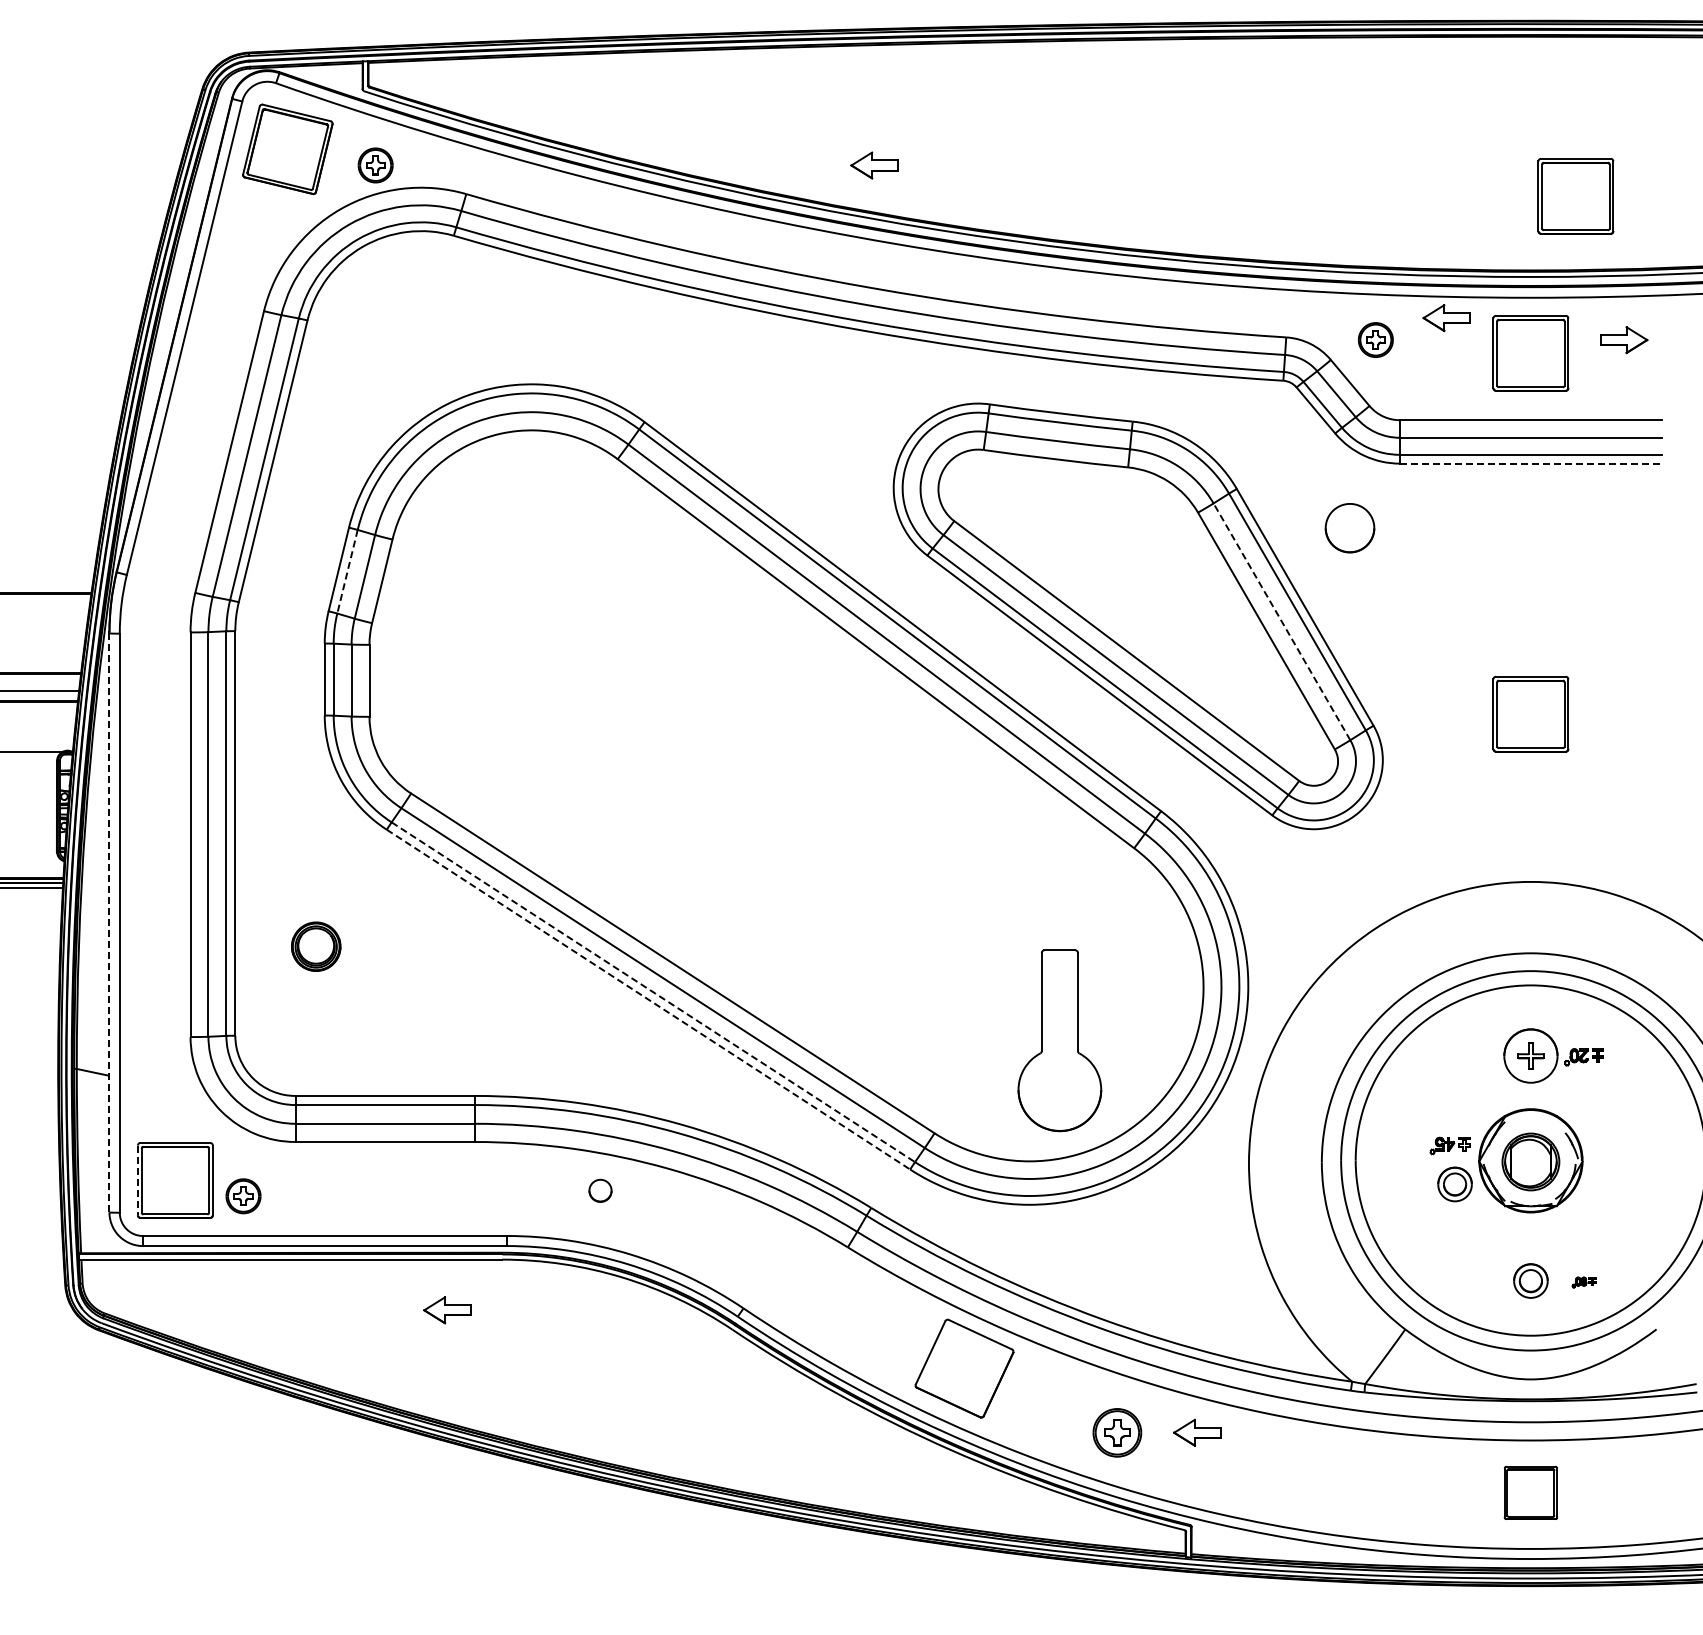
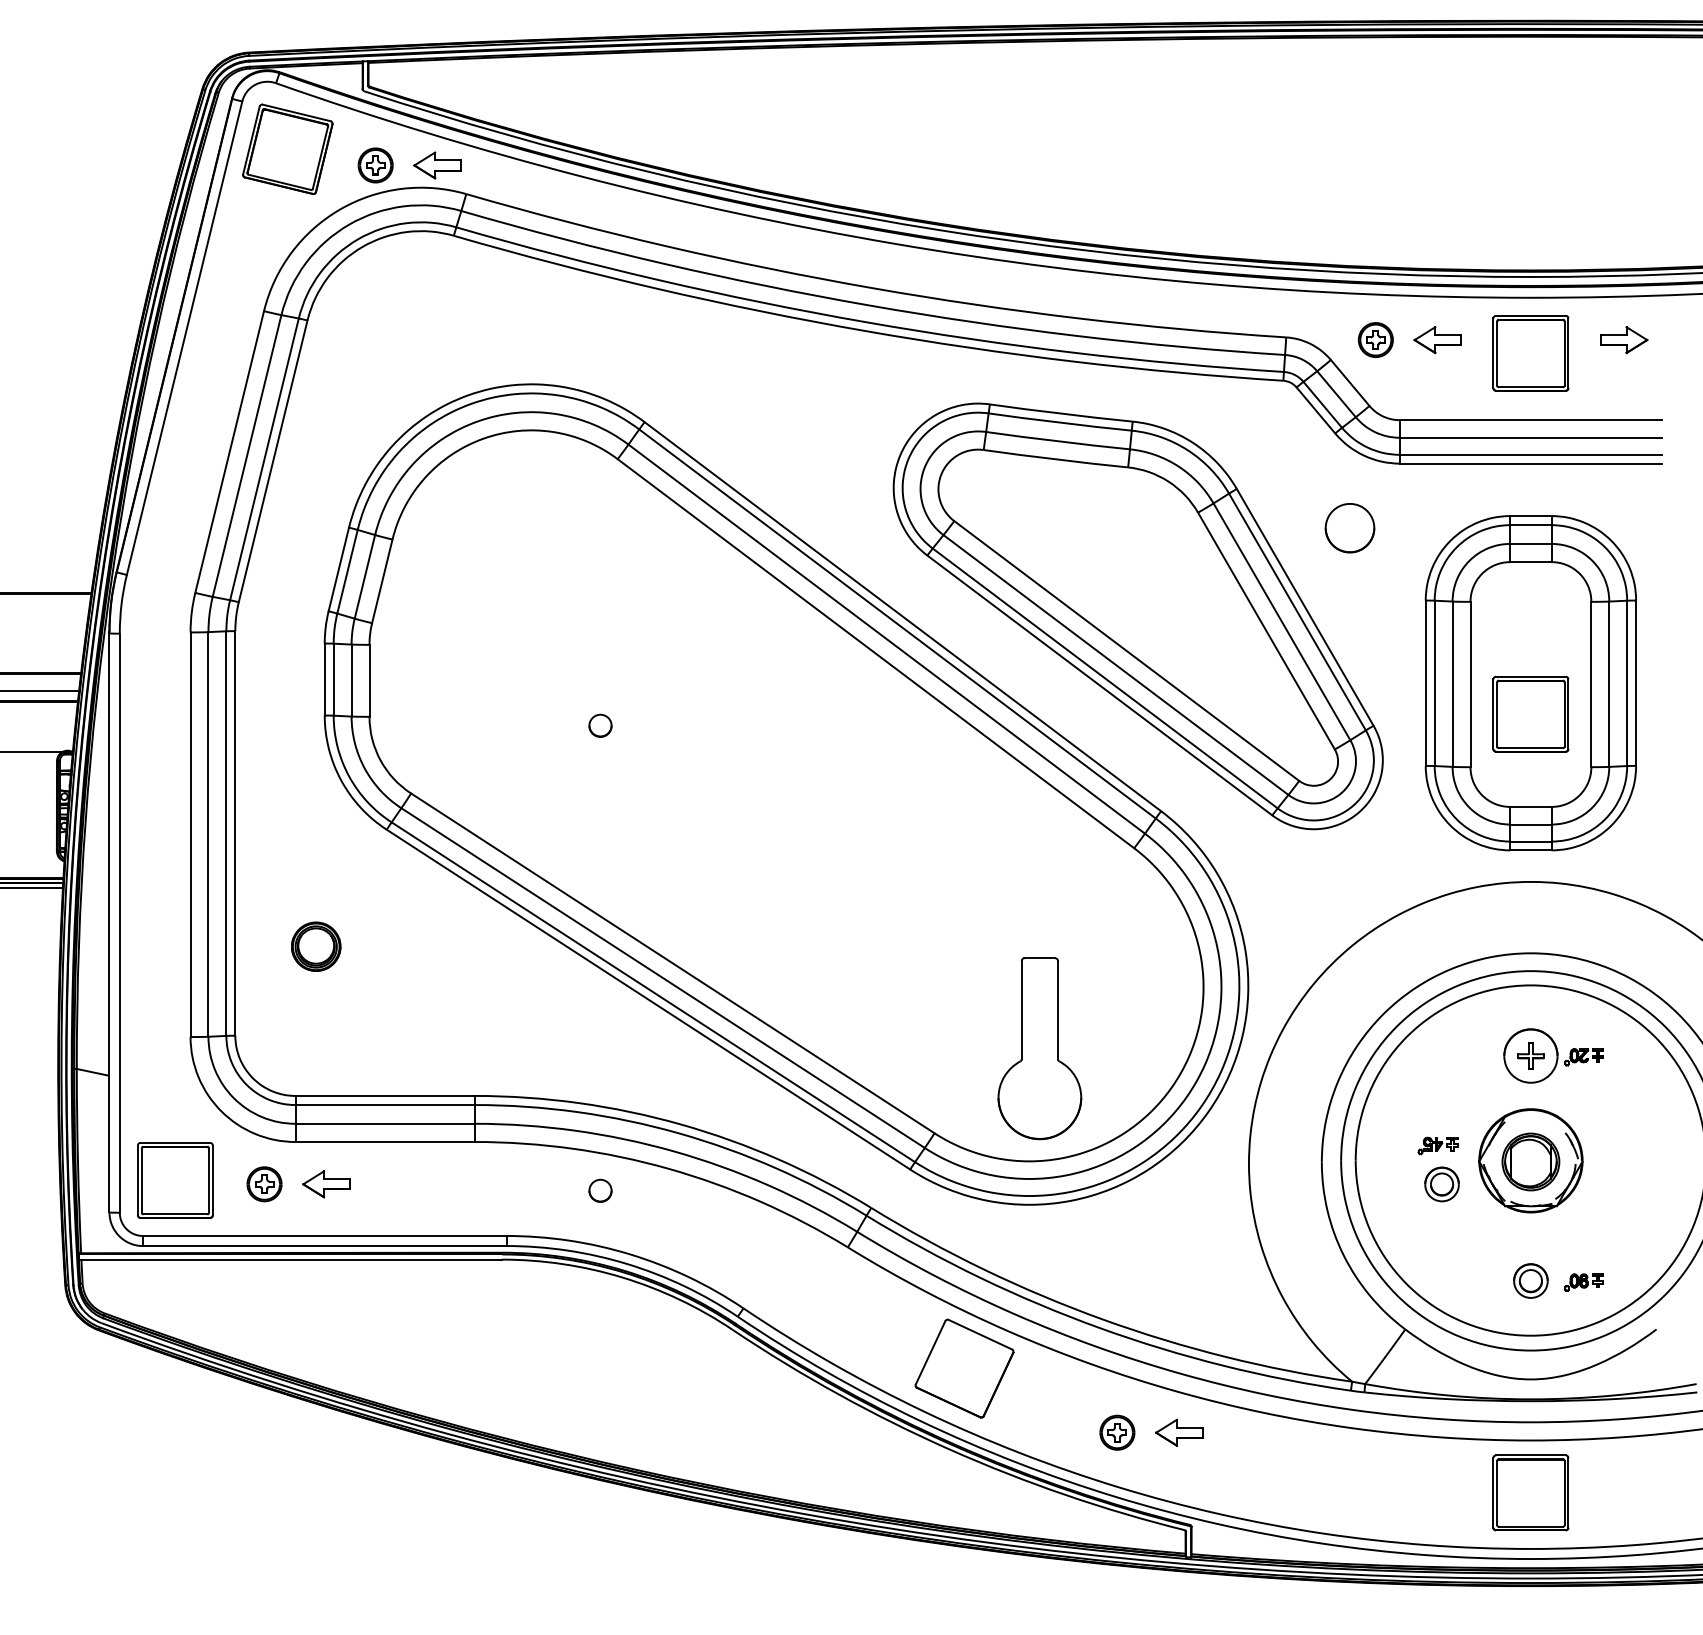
part at (874, 165) position: (874, 165) -> (437, 165)
part at (1575, 196): present -> none
part at (1446, 318) position: (1446, 318) -> (1437, 340)
line at (1530, 463): dashed -> solid
line at (347, 572): dashed -> solid
line at (1281, 621): dashed -> solid
part at (1530, 683): none -> present
part at (600, 725): none -> present
line at (109, 922): dashed -> solid
line at (653, 992): dashed -> solid
line at (648, 999): dashed -> solid
part at (1059, 1040) position: (1059, 1040) -> (1039, 1048)
part at (1449, 1145) position: (1449, 1145) -> (1437, 1145)
line at (137, 1180): dashed -> solid
part at (1454, 1184) position: (1454, 1184) -> (1441, 1184)
part at (243, 1196) position: (243, 1196) -> (264, 1184)
part at (1583, 1282) size: 26x13 px -> 40x19 px
part at (447, 1310) position: (447, 1310) -> (326, 1184)
part at (1117, 1432) size: 51x50 px -> 37x37 px
part at (1197, 1432) position: (1197, 1432) -> (1179, 1432)
part at (1530, 1492) size: 56x55 px -> 78x78 px
